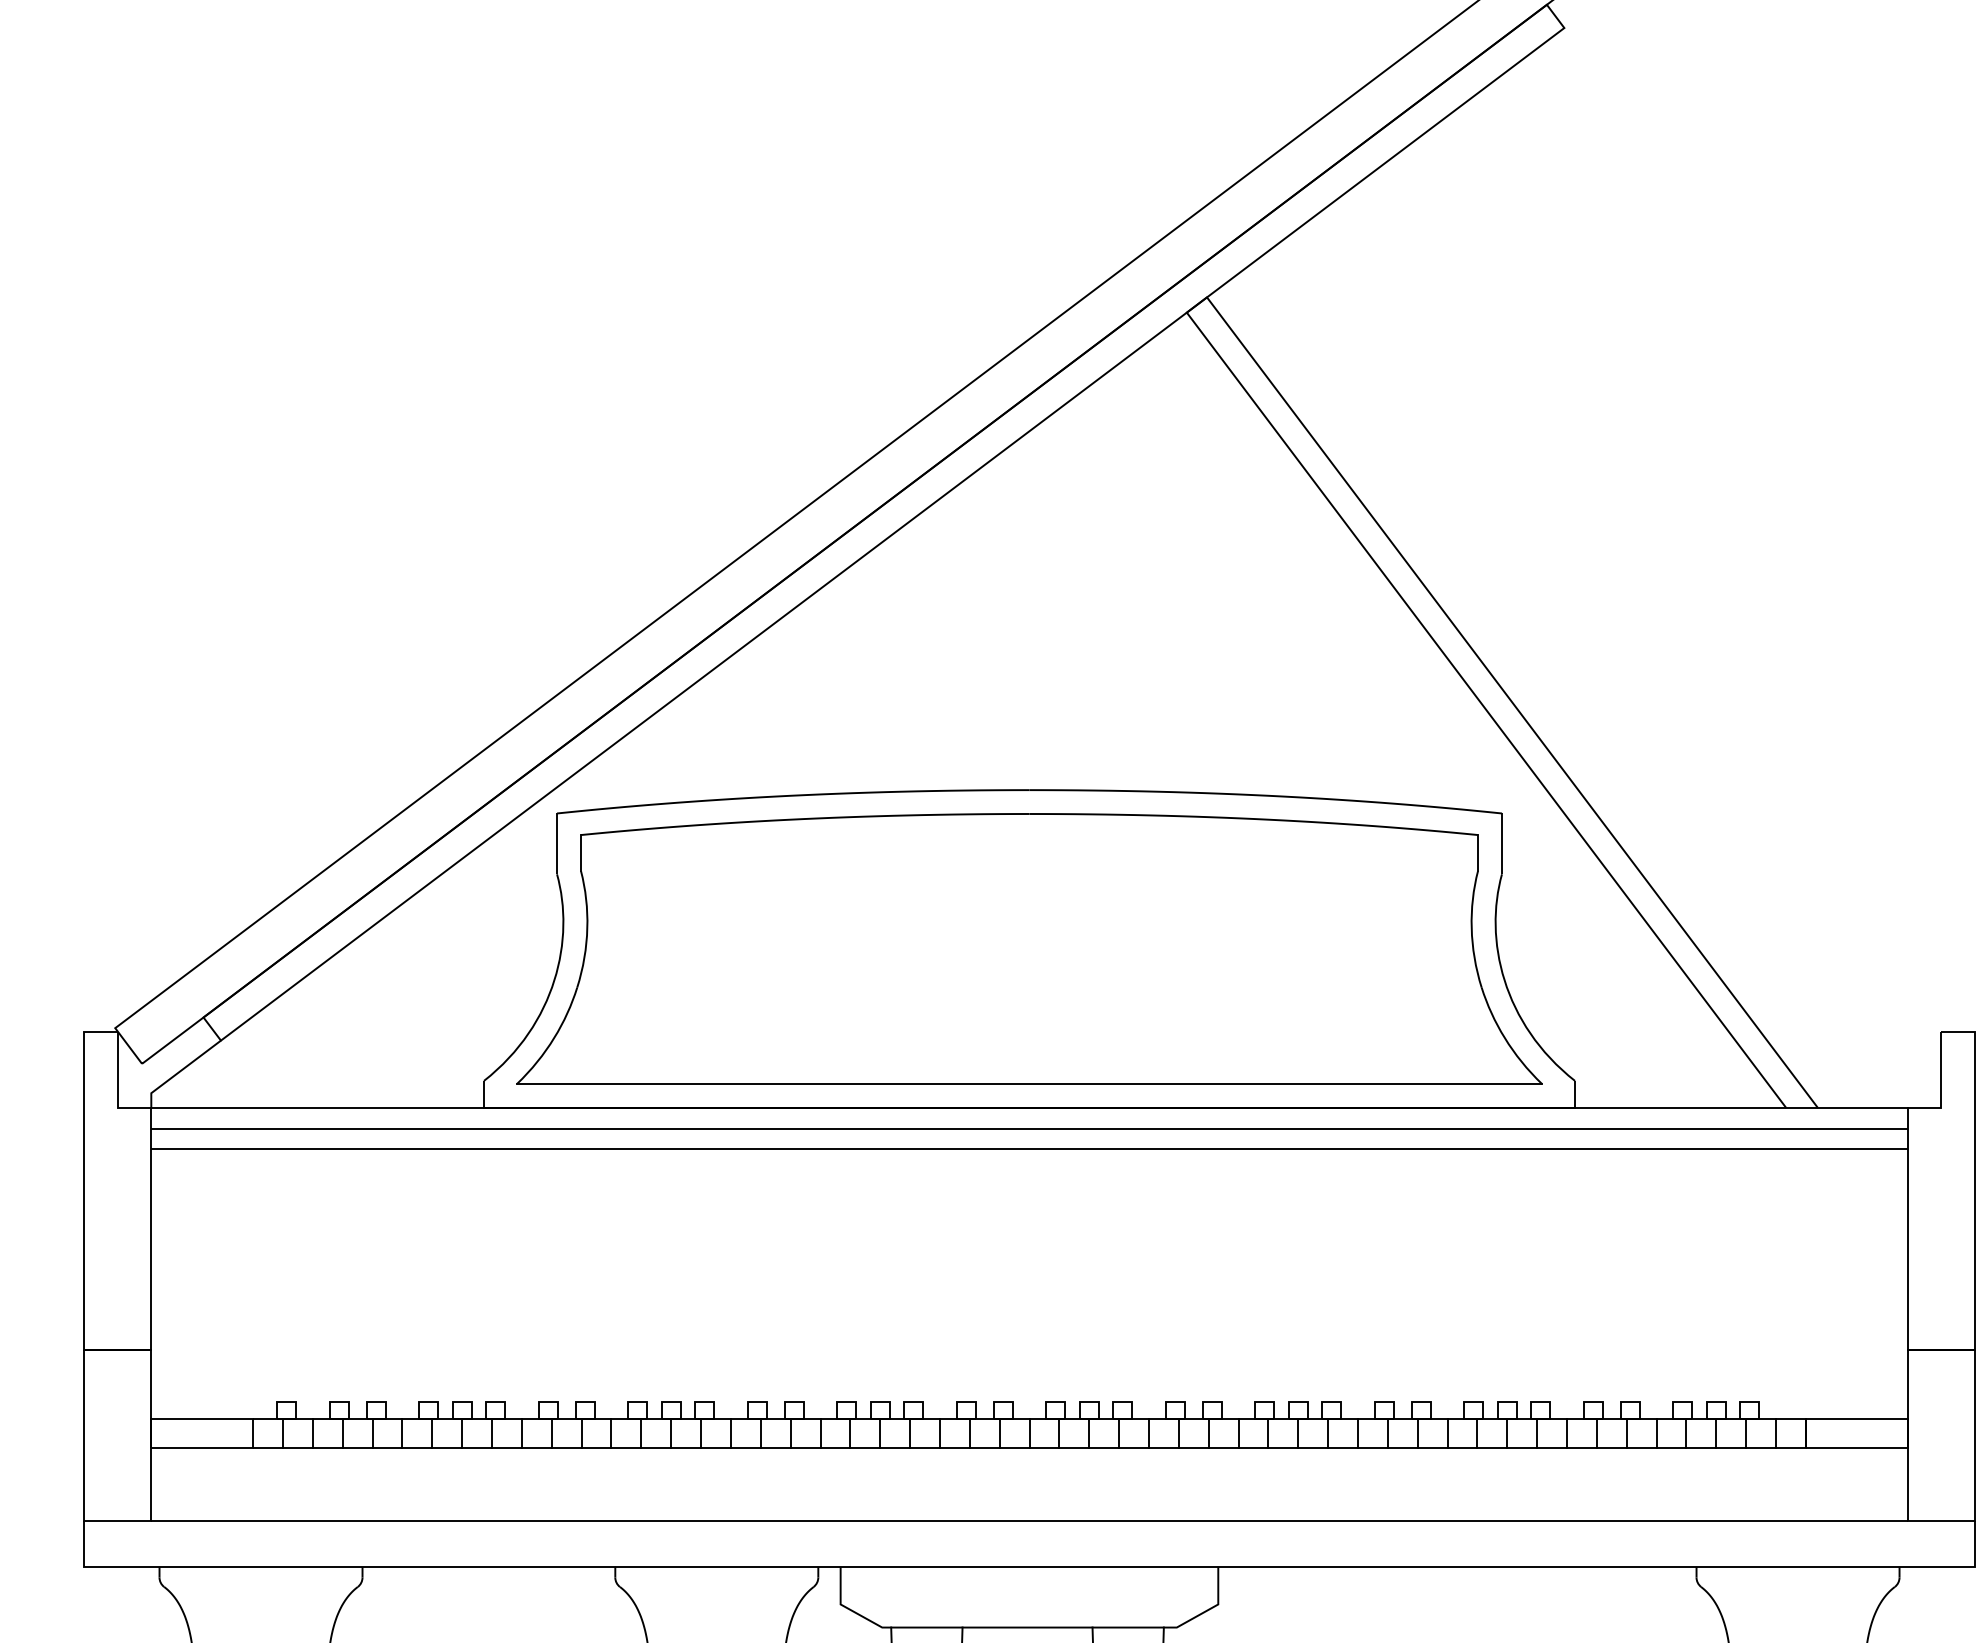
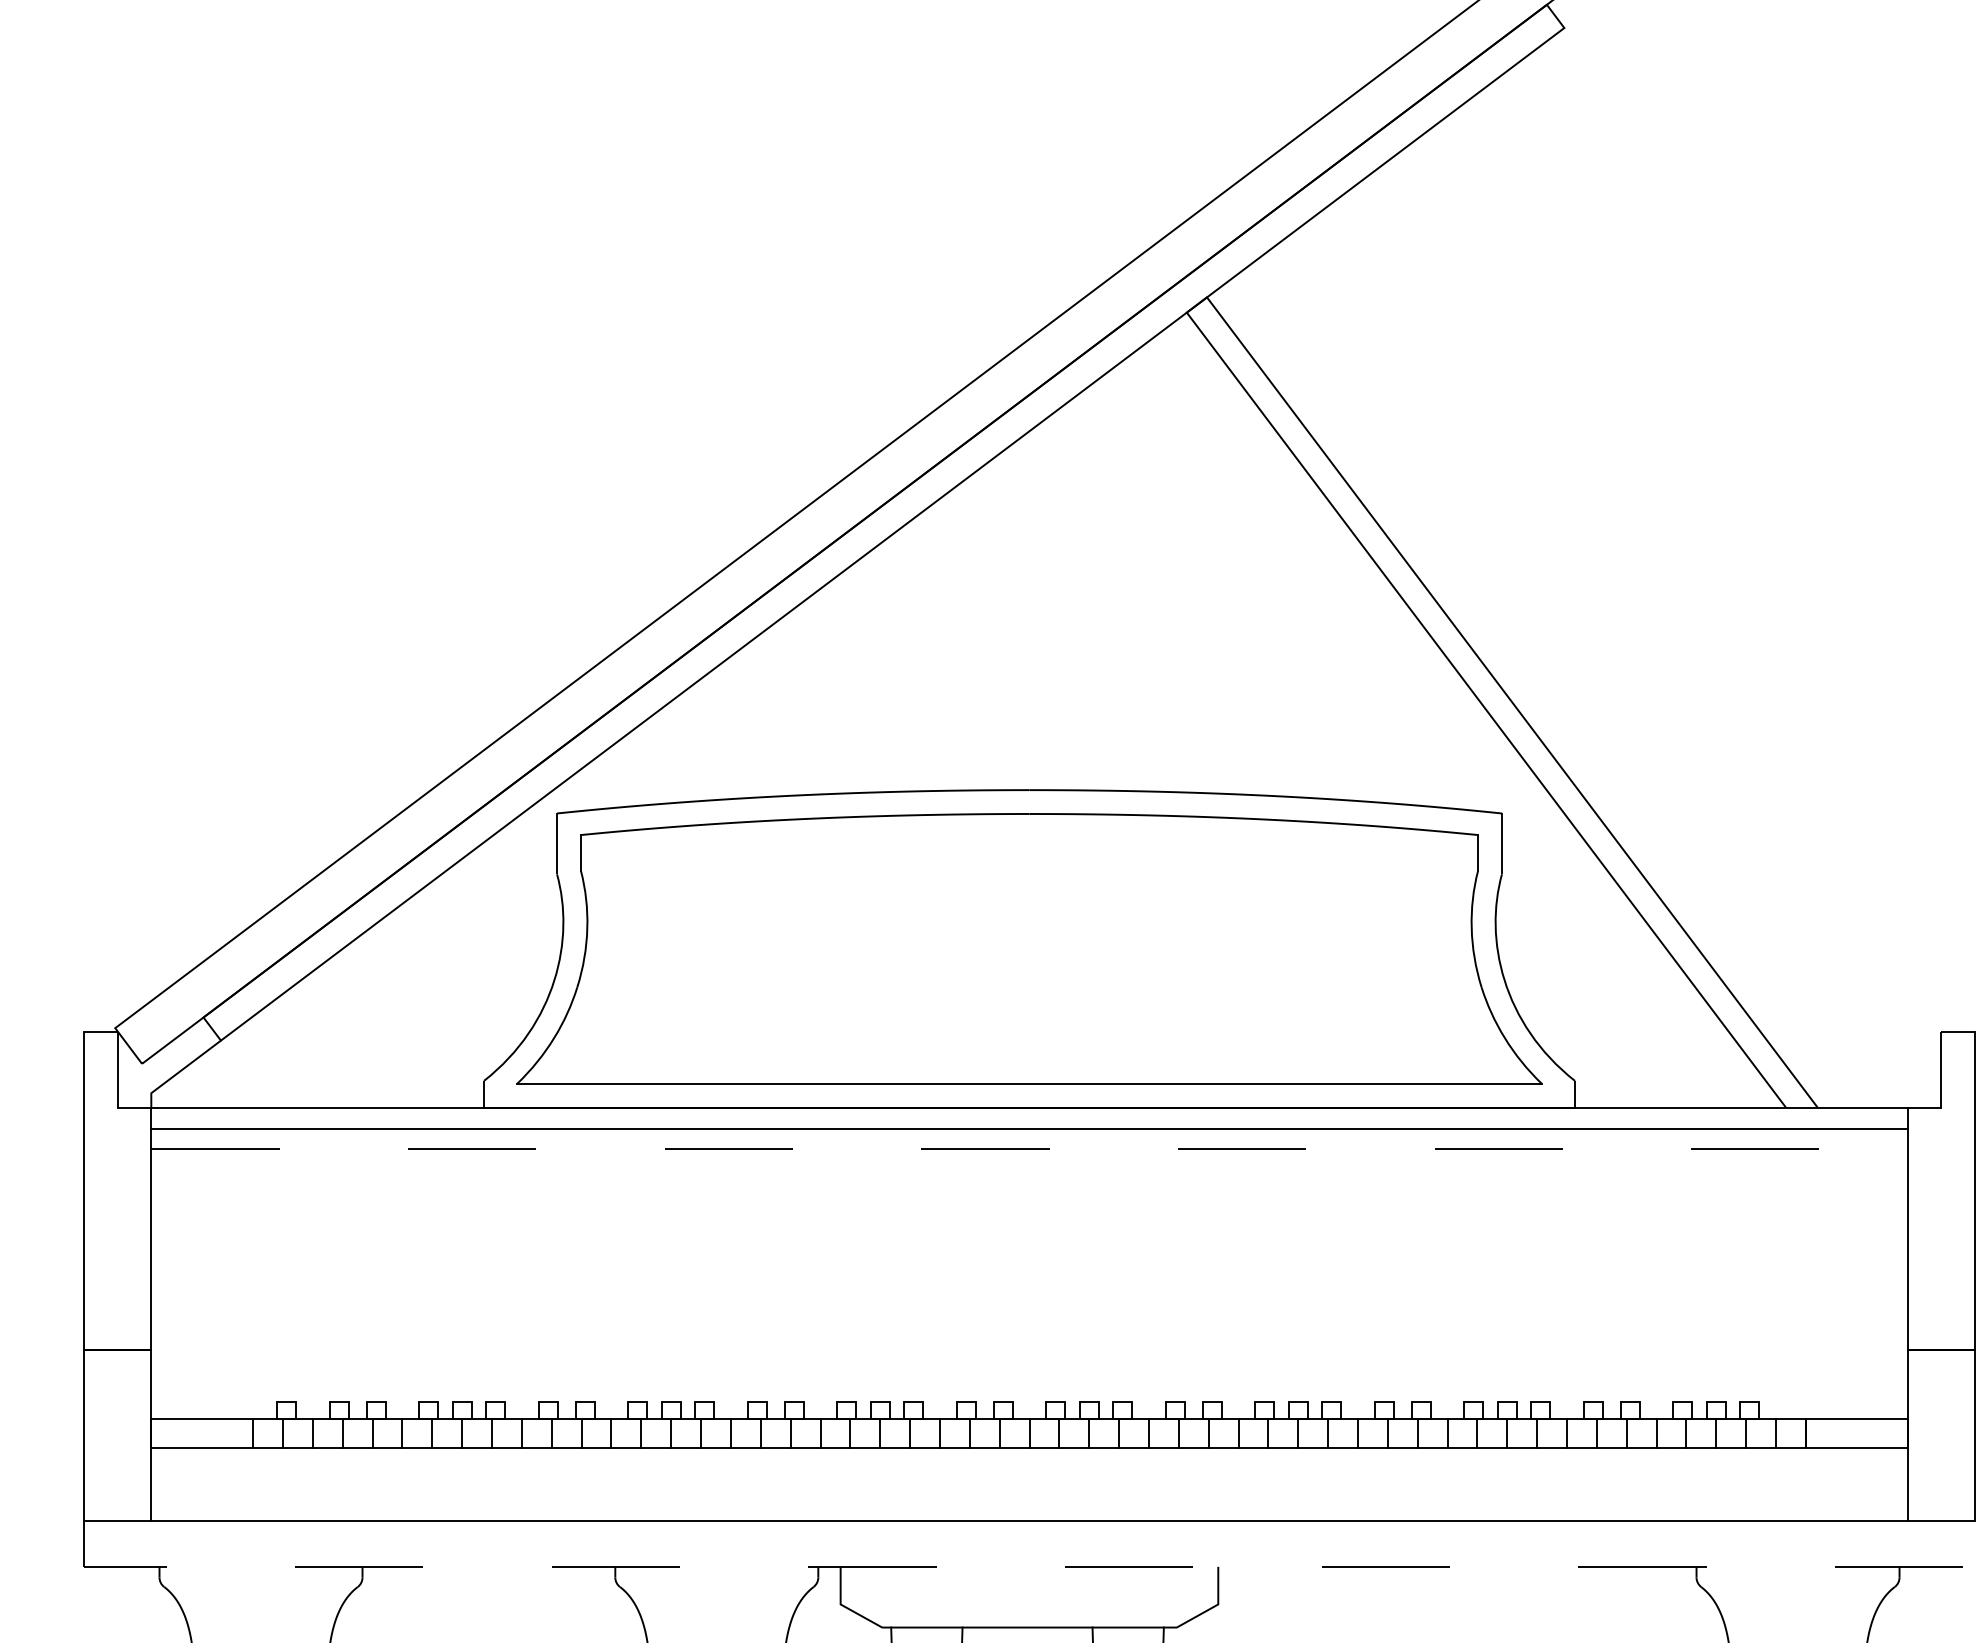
line at (1030, 1148): solid -> dashed
line at (1030, 1566): solid -> dashed
